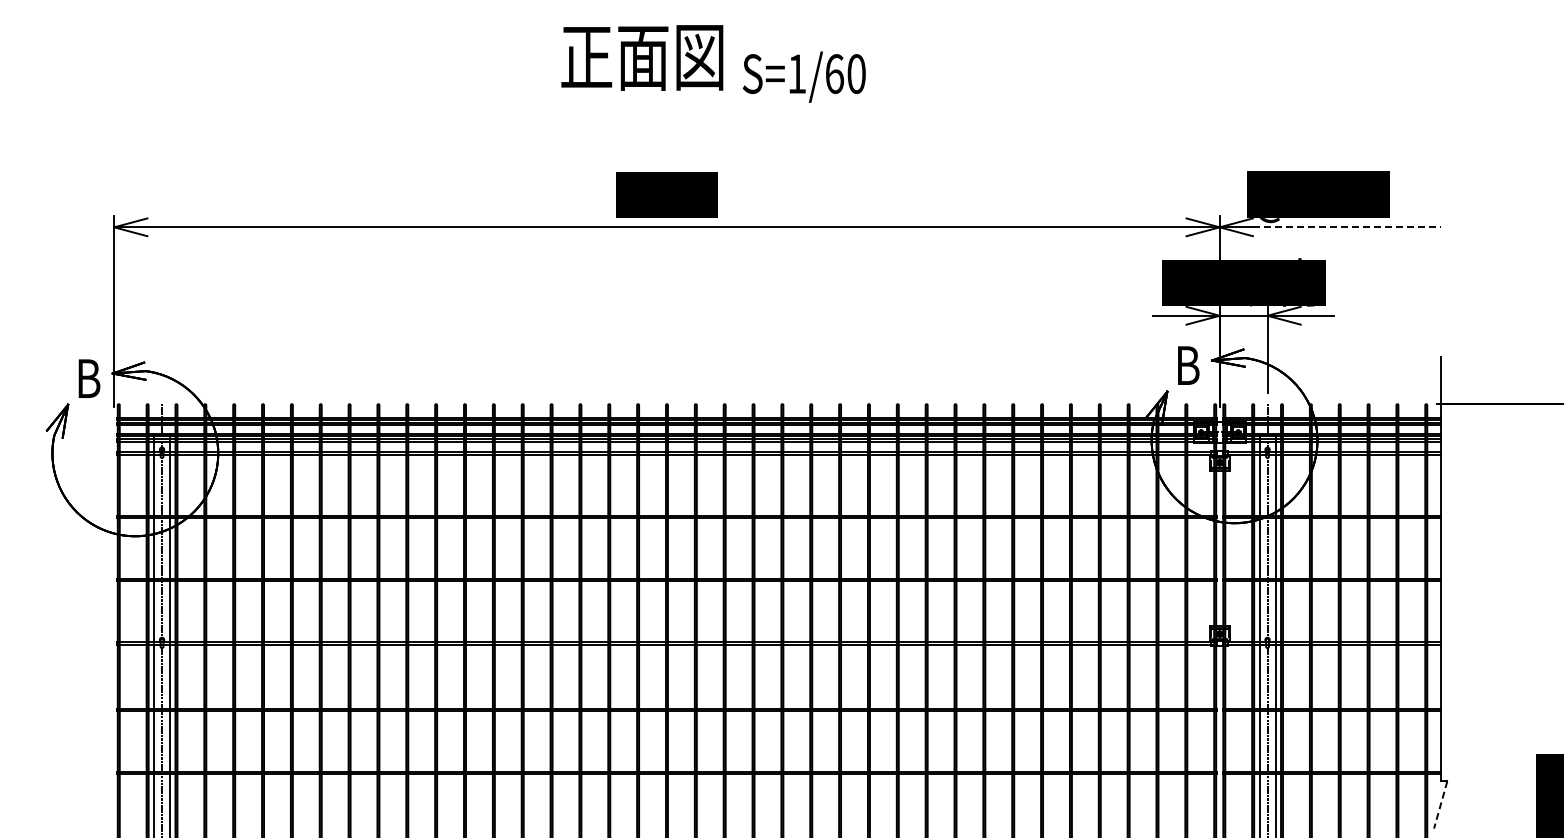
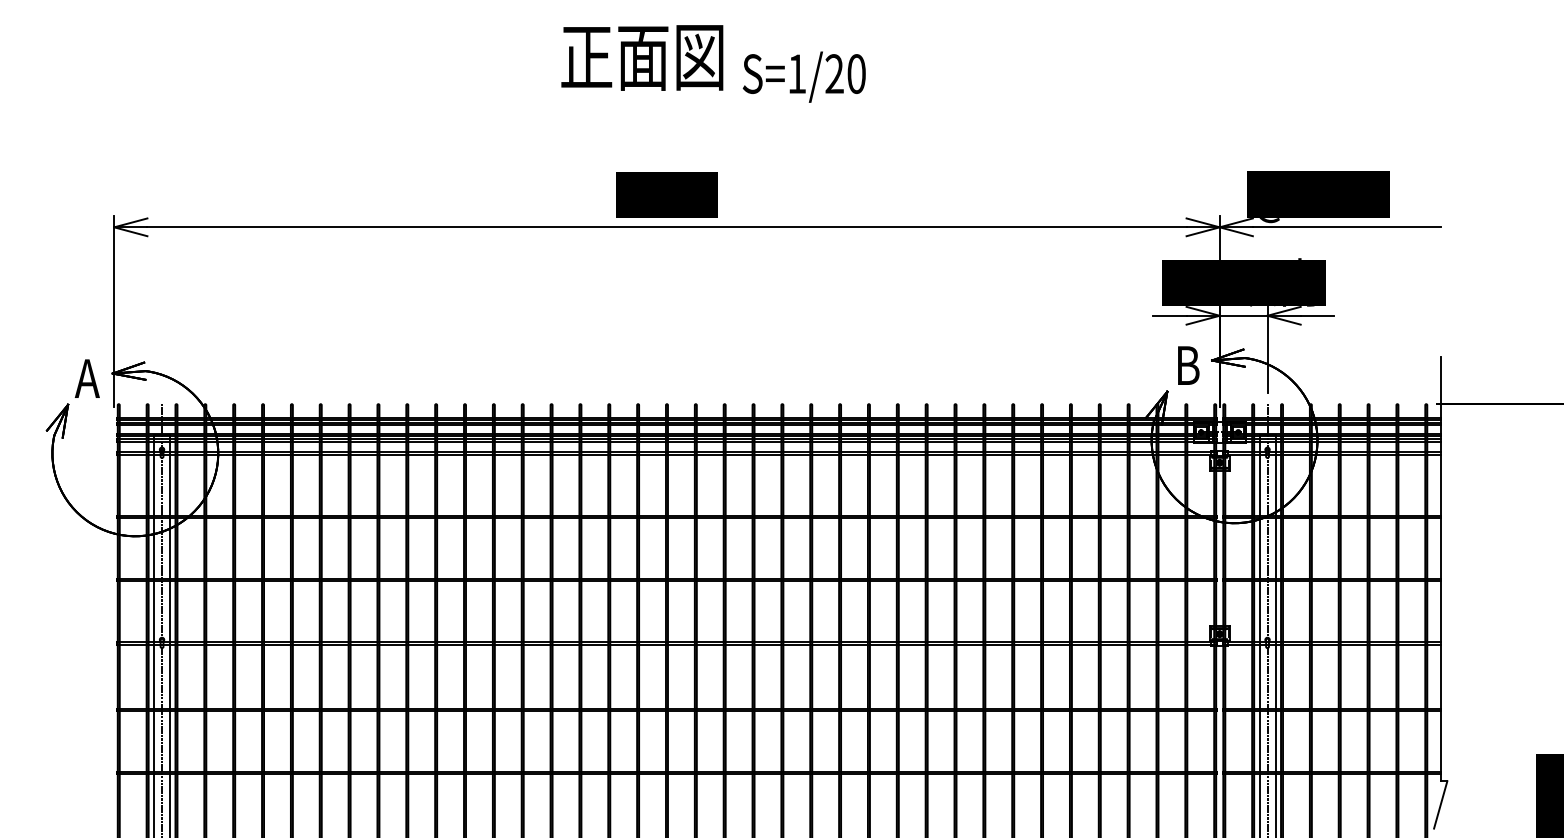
text at (834, 74): S=1/60 -> S=1/20
line at (1347, 227): dashed -> solid
text at (87, 378): B -> A
line at (1440, 804): dashed -> solid
